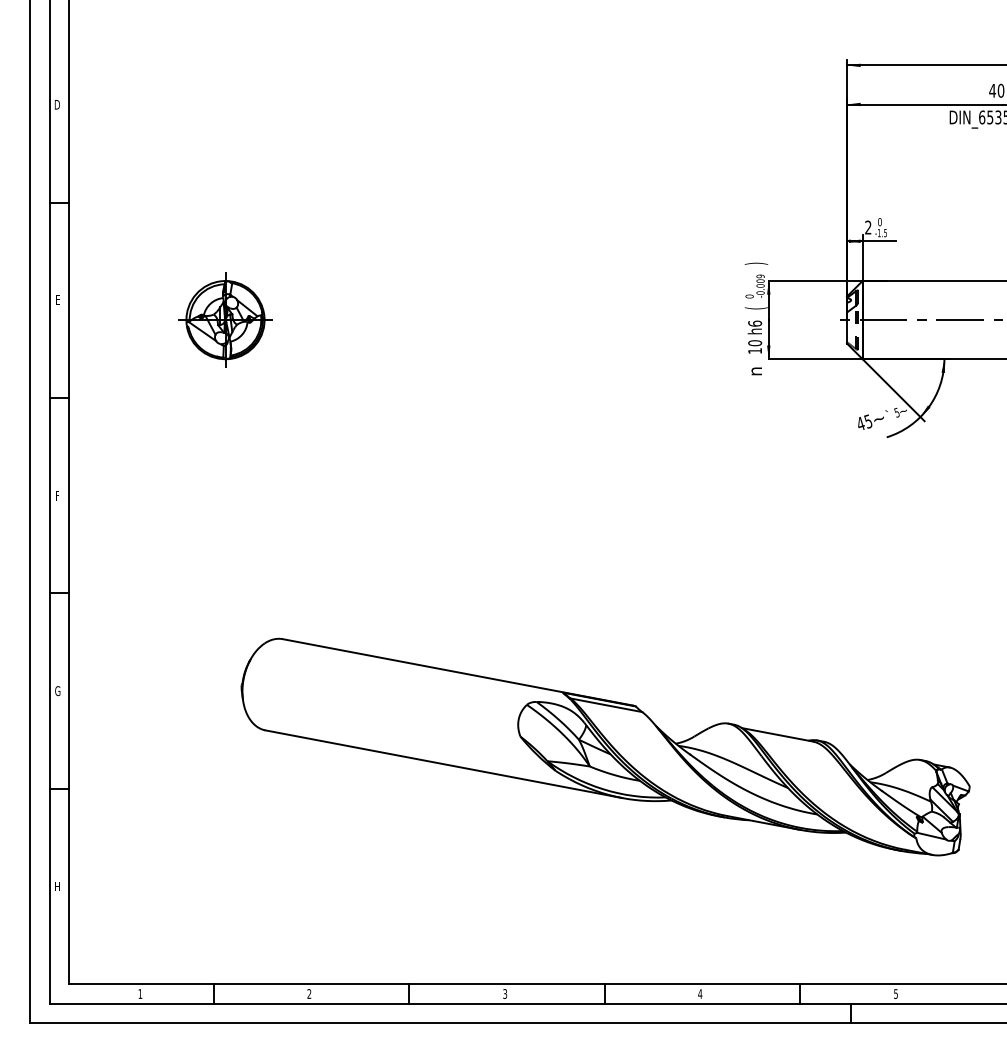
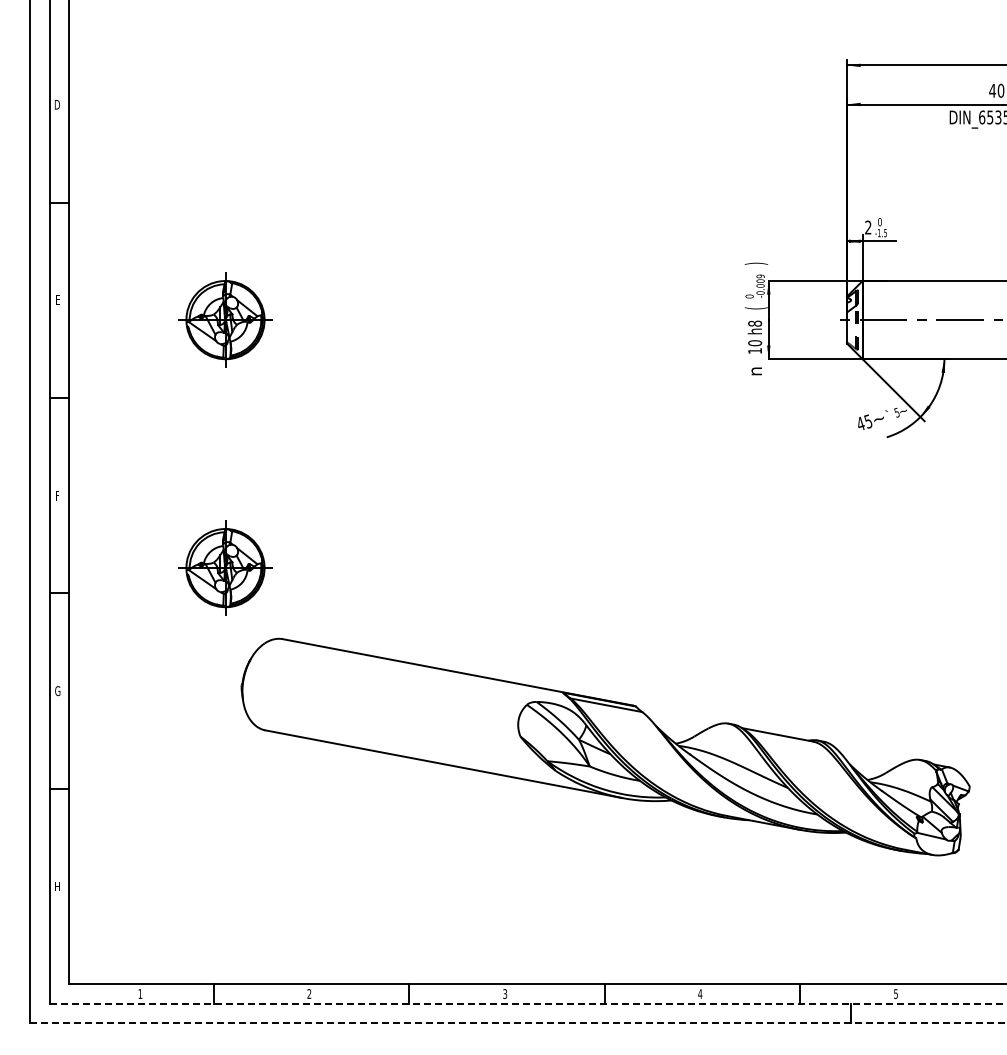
text at (754, 323): h6 -> h8
part at (225, 567): none -> present
line at (528, 1003): solid -> dashed
line at (519, 1023): solid -> dashed
